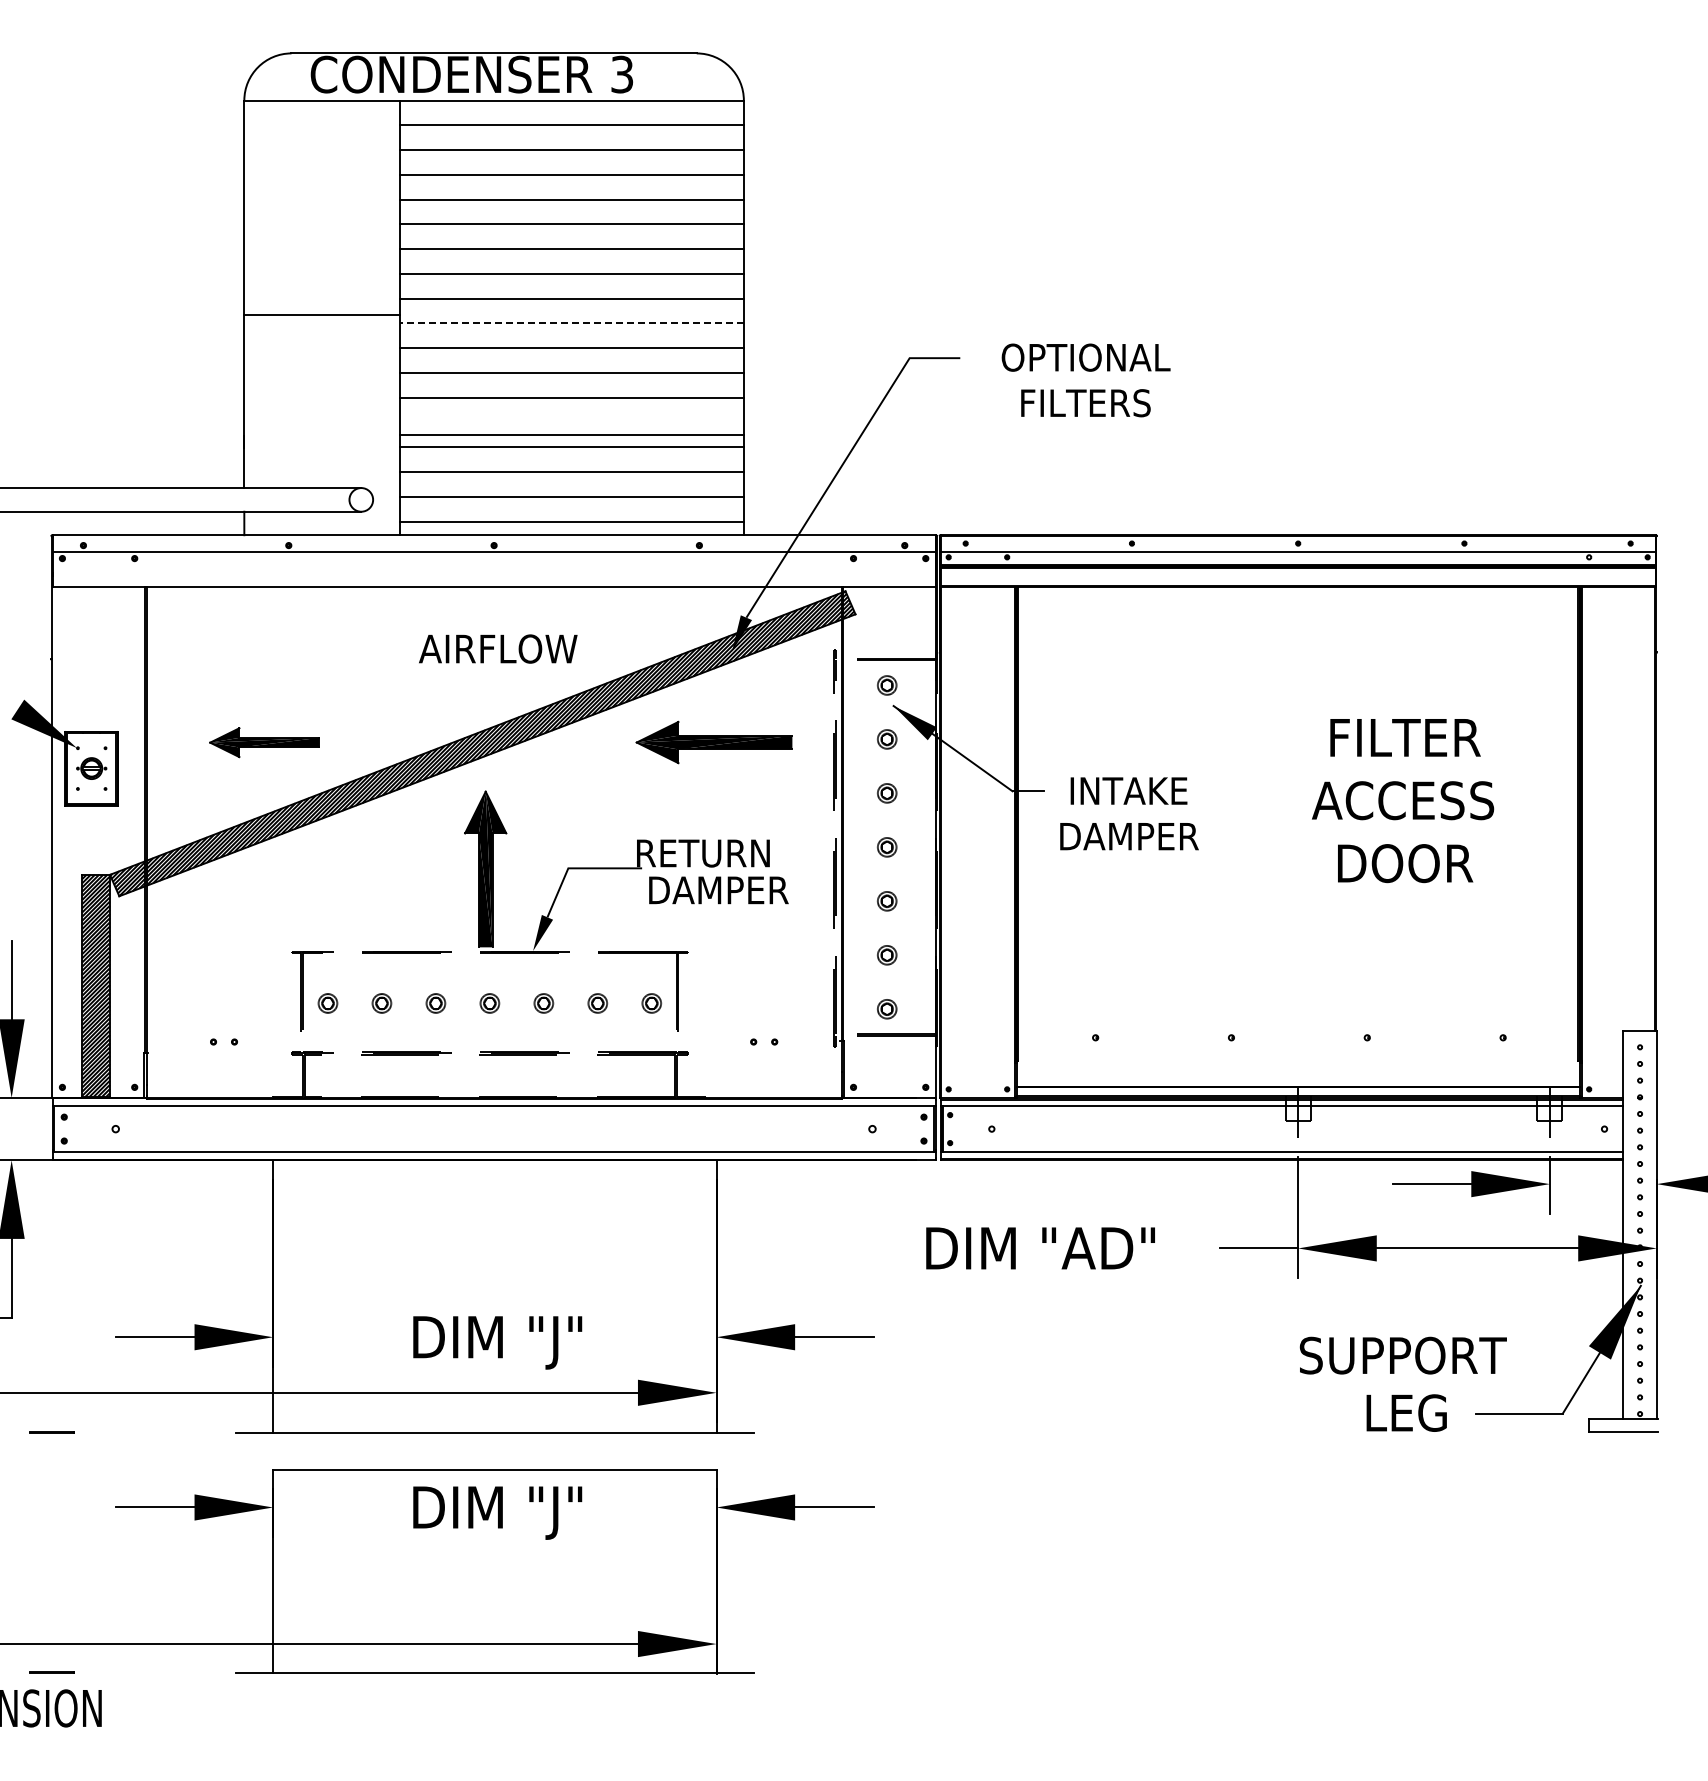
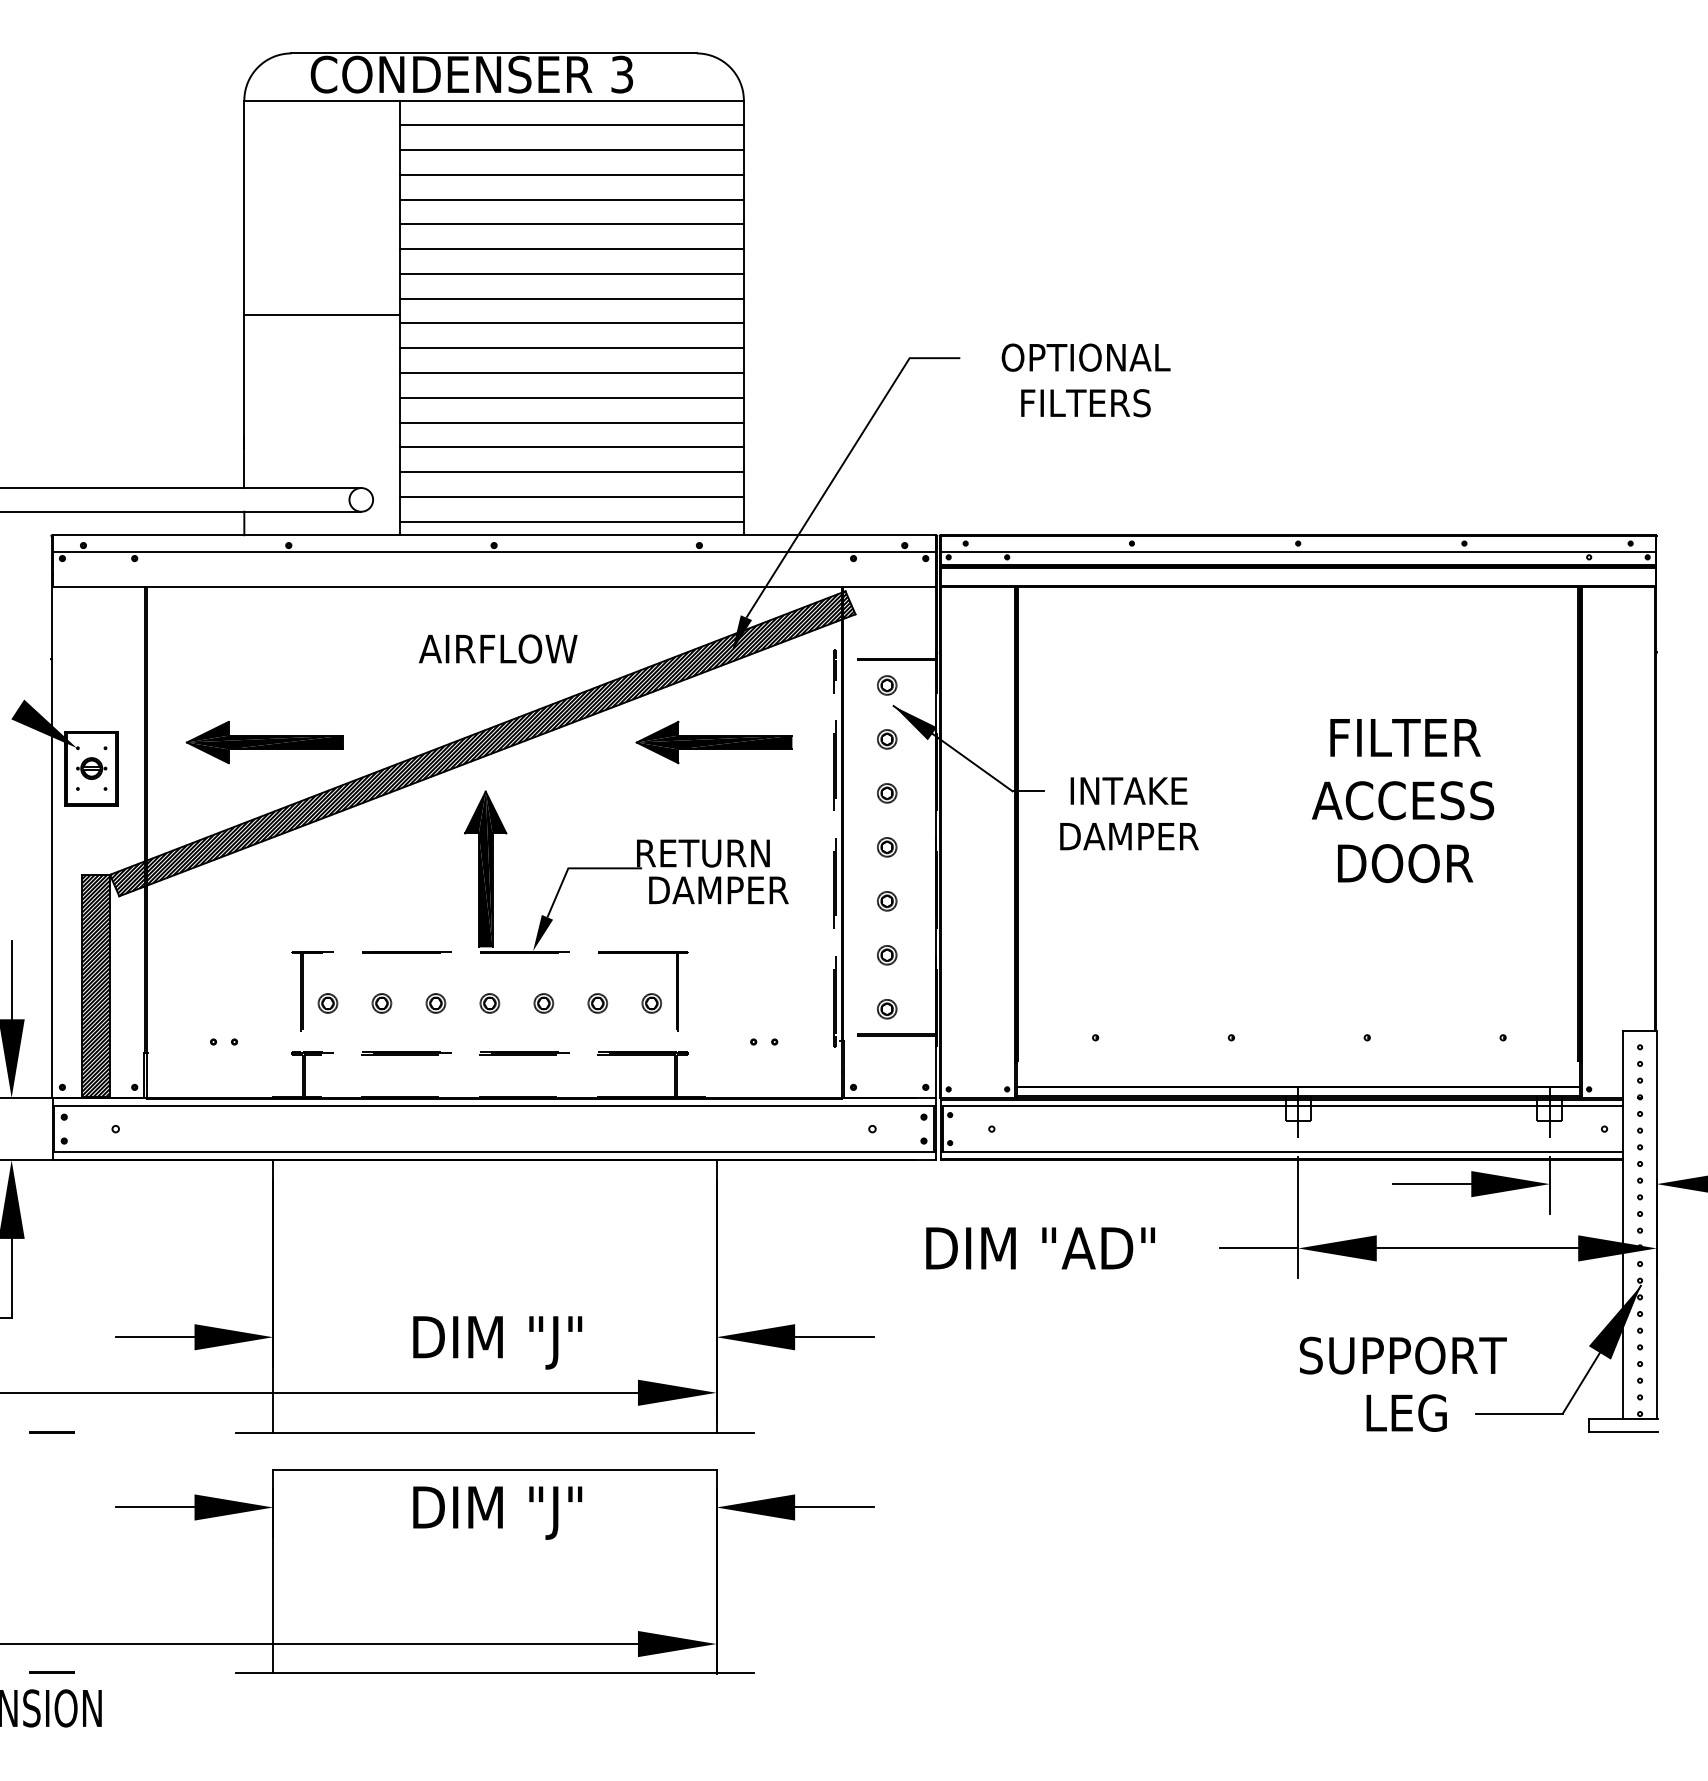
line at (571, 323): dashed -> solid
line at (571, 434) position: (571, 434) -> (571, 422)
part at (264, 742) size: 111x32 px -> 159x44 px
